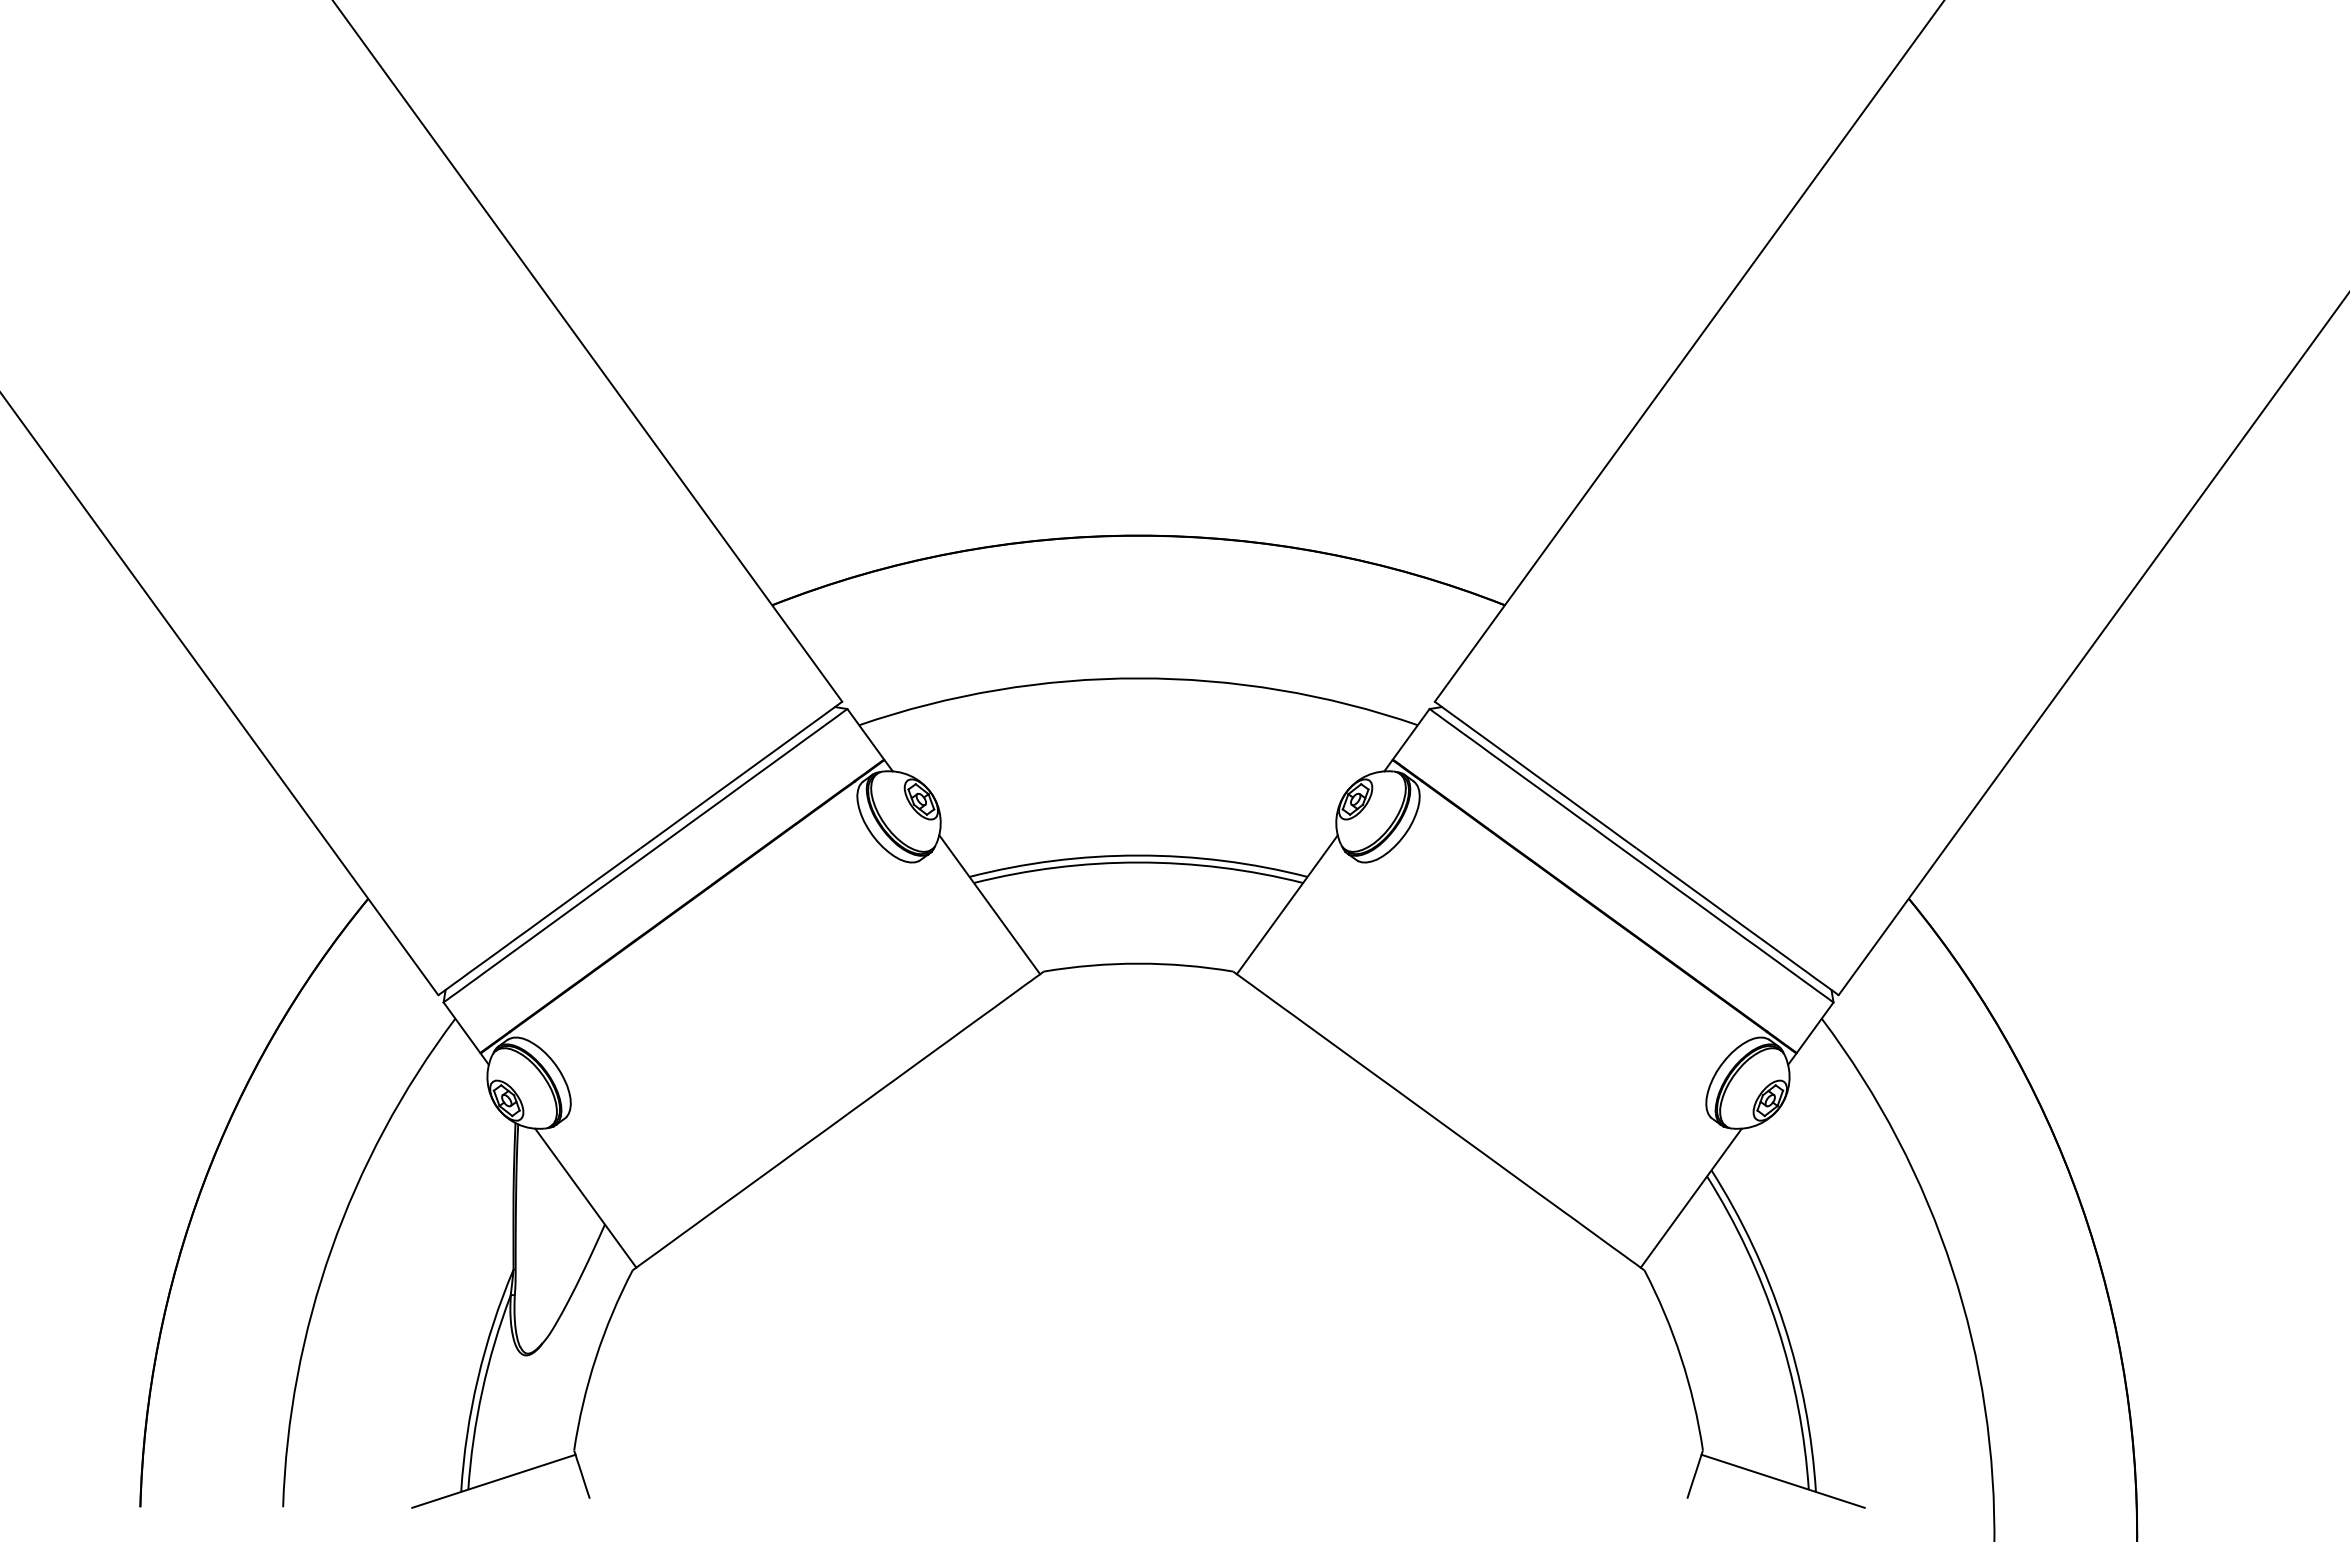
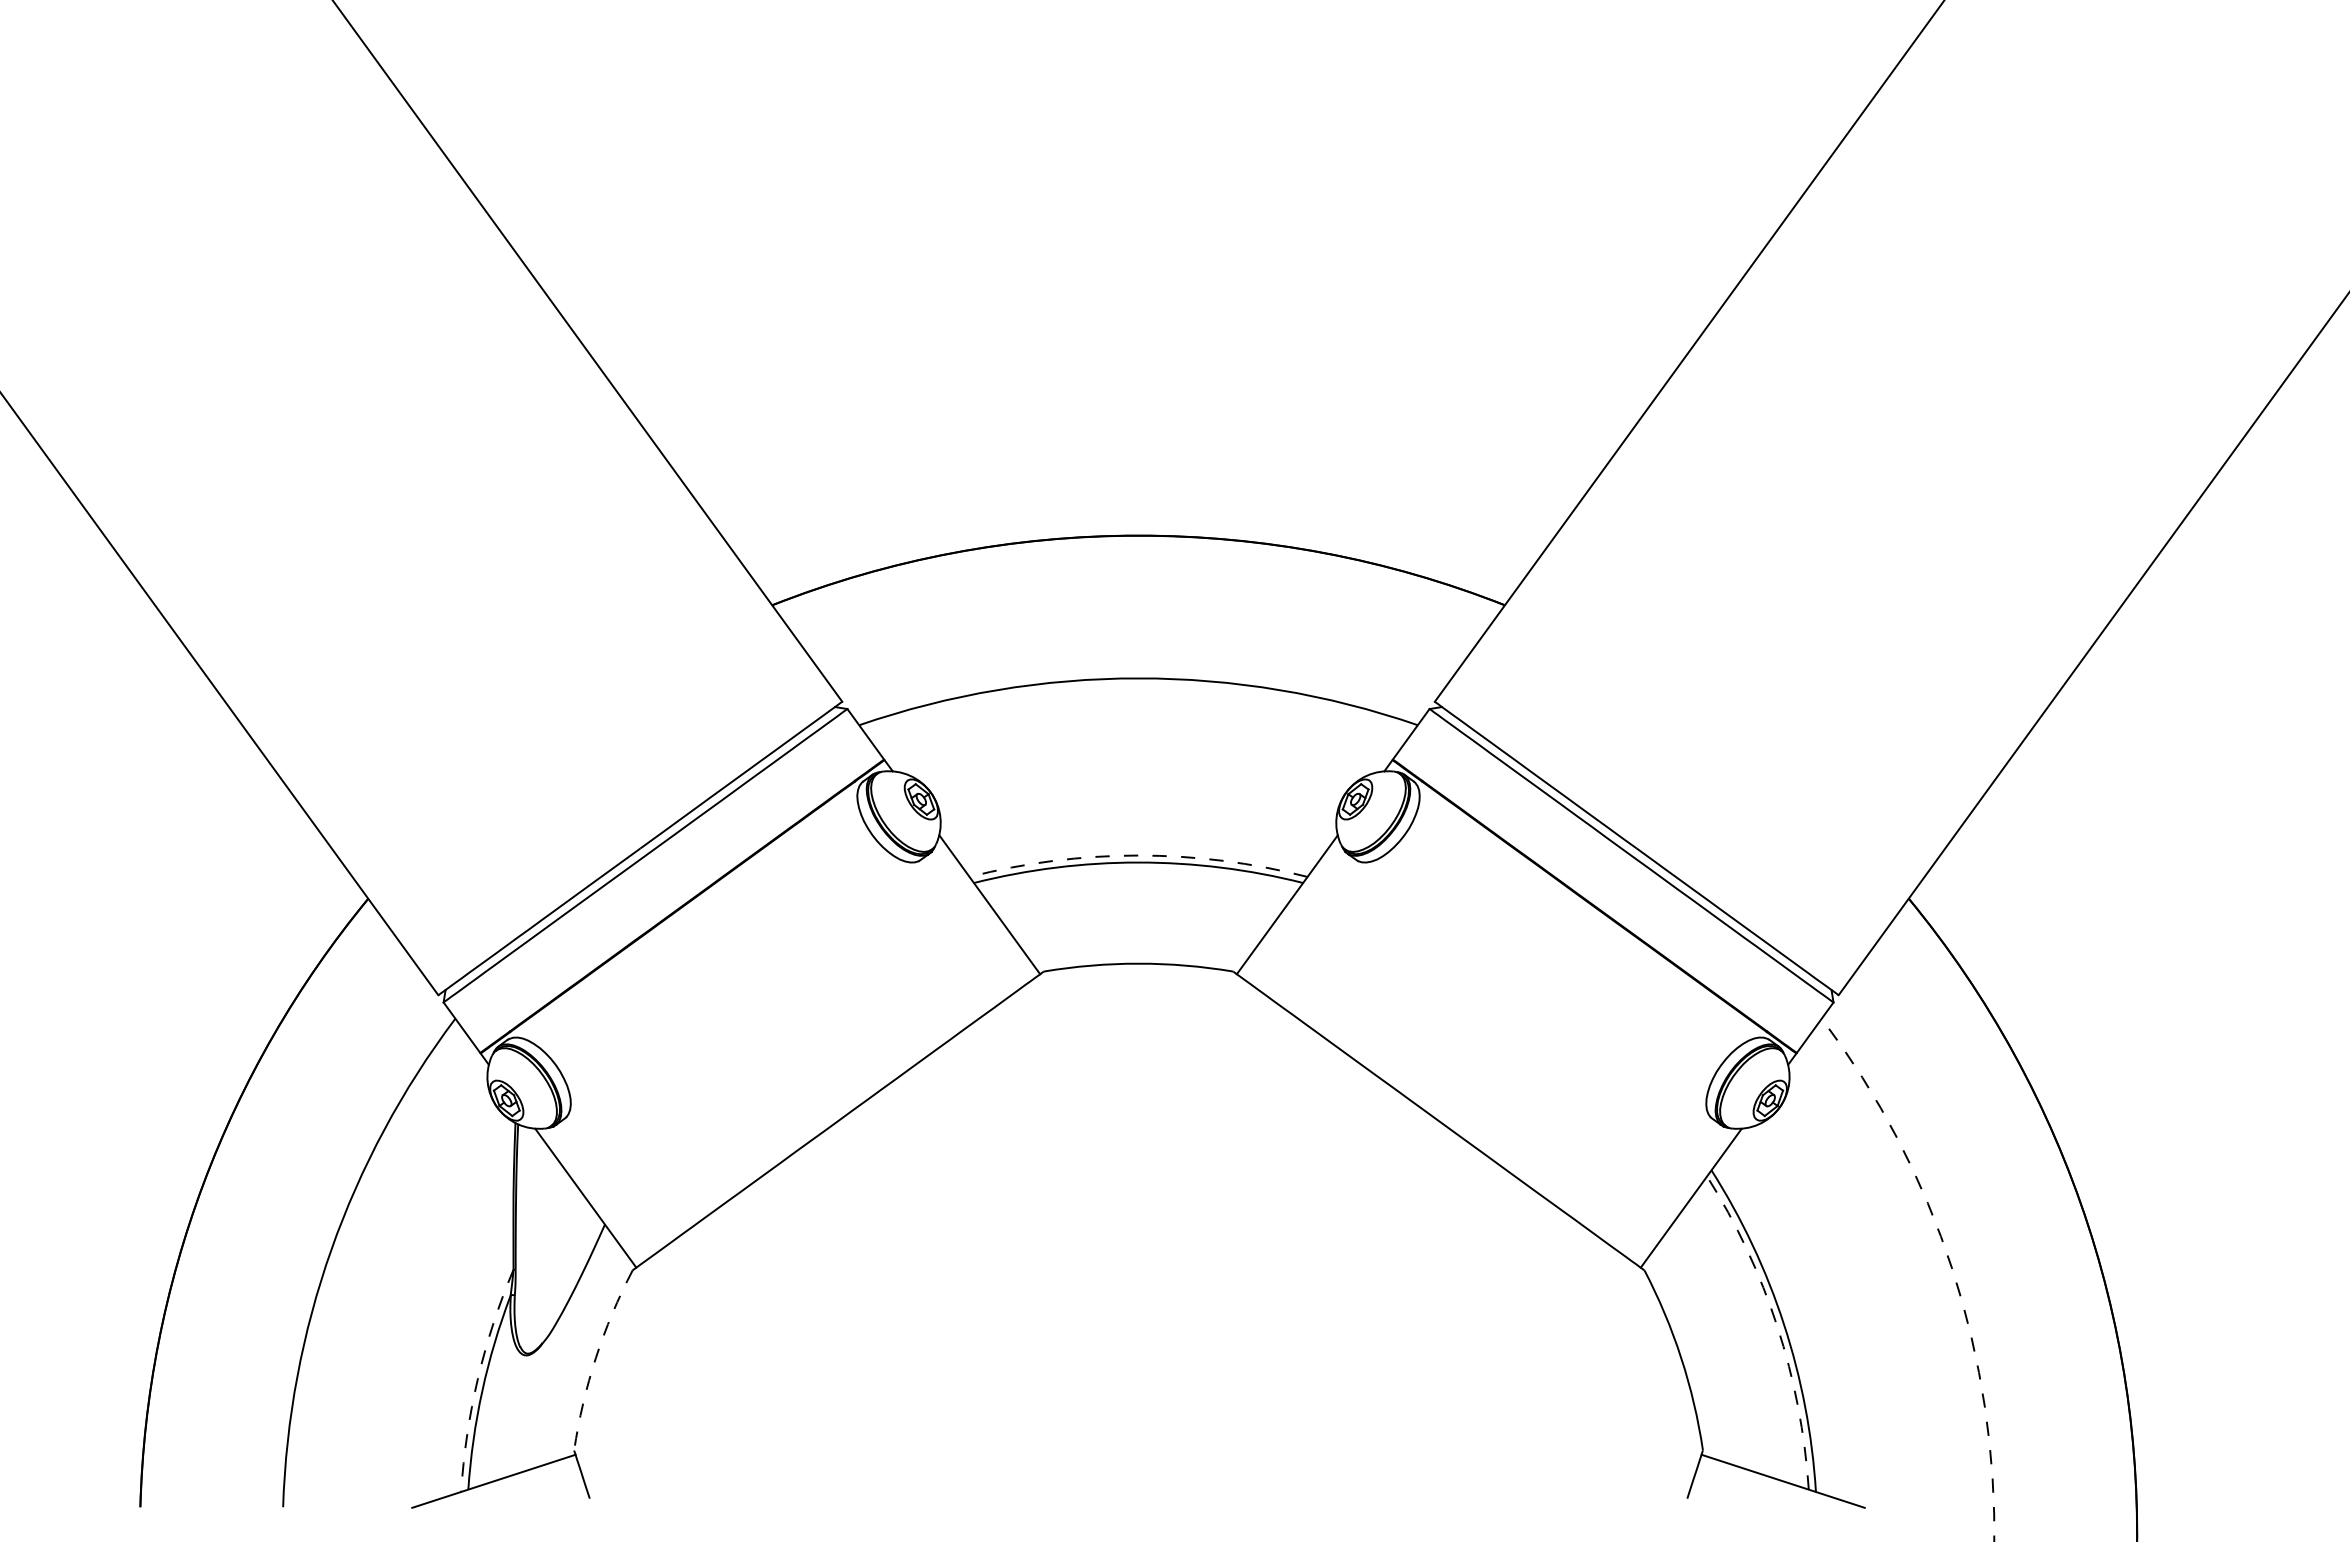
arc at (1138, 855): solid -> dashed
arc at (1951, 1266): solid -> dashed
arc at (1777, 1326): solid -> dashed
arc at (595, 1357): solid -> dashed
arc at (477, 1378): solid -> dashed
